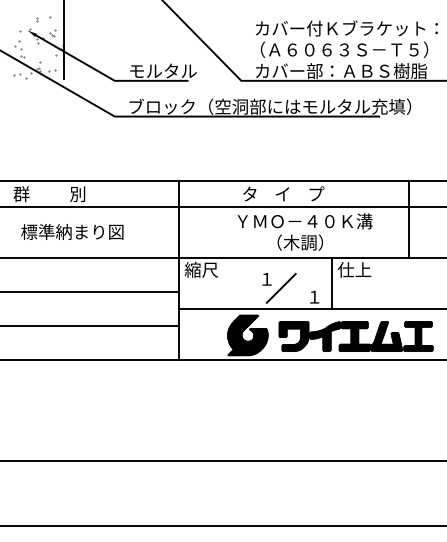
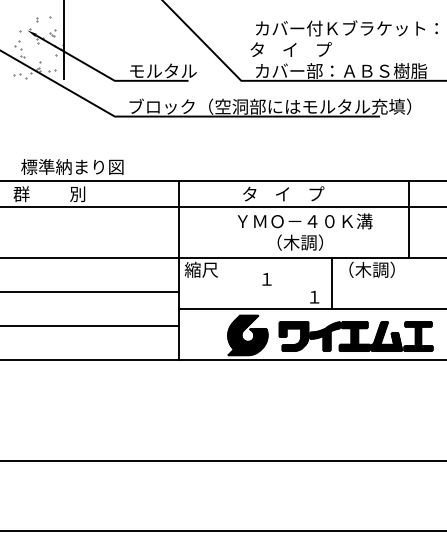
text at (339, 49): （Ａ６０６３Ｓ－Ｔ５） -> タ    イ    プ
text at (72, 231) position: (72, 231) -> (72, 166)
text at (366, 269): 仕上 -> （木調）
line at (280, 287): present -> none
line at (222, 525) position: (222, 525) -> (222, 530)
